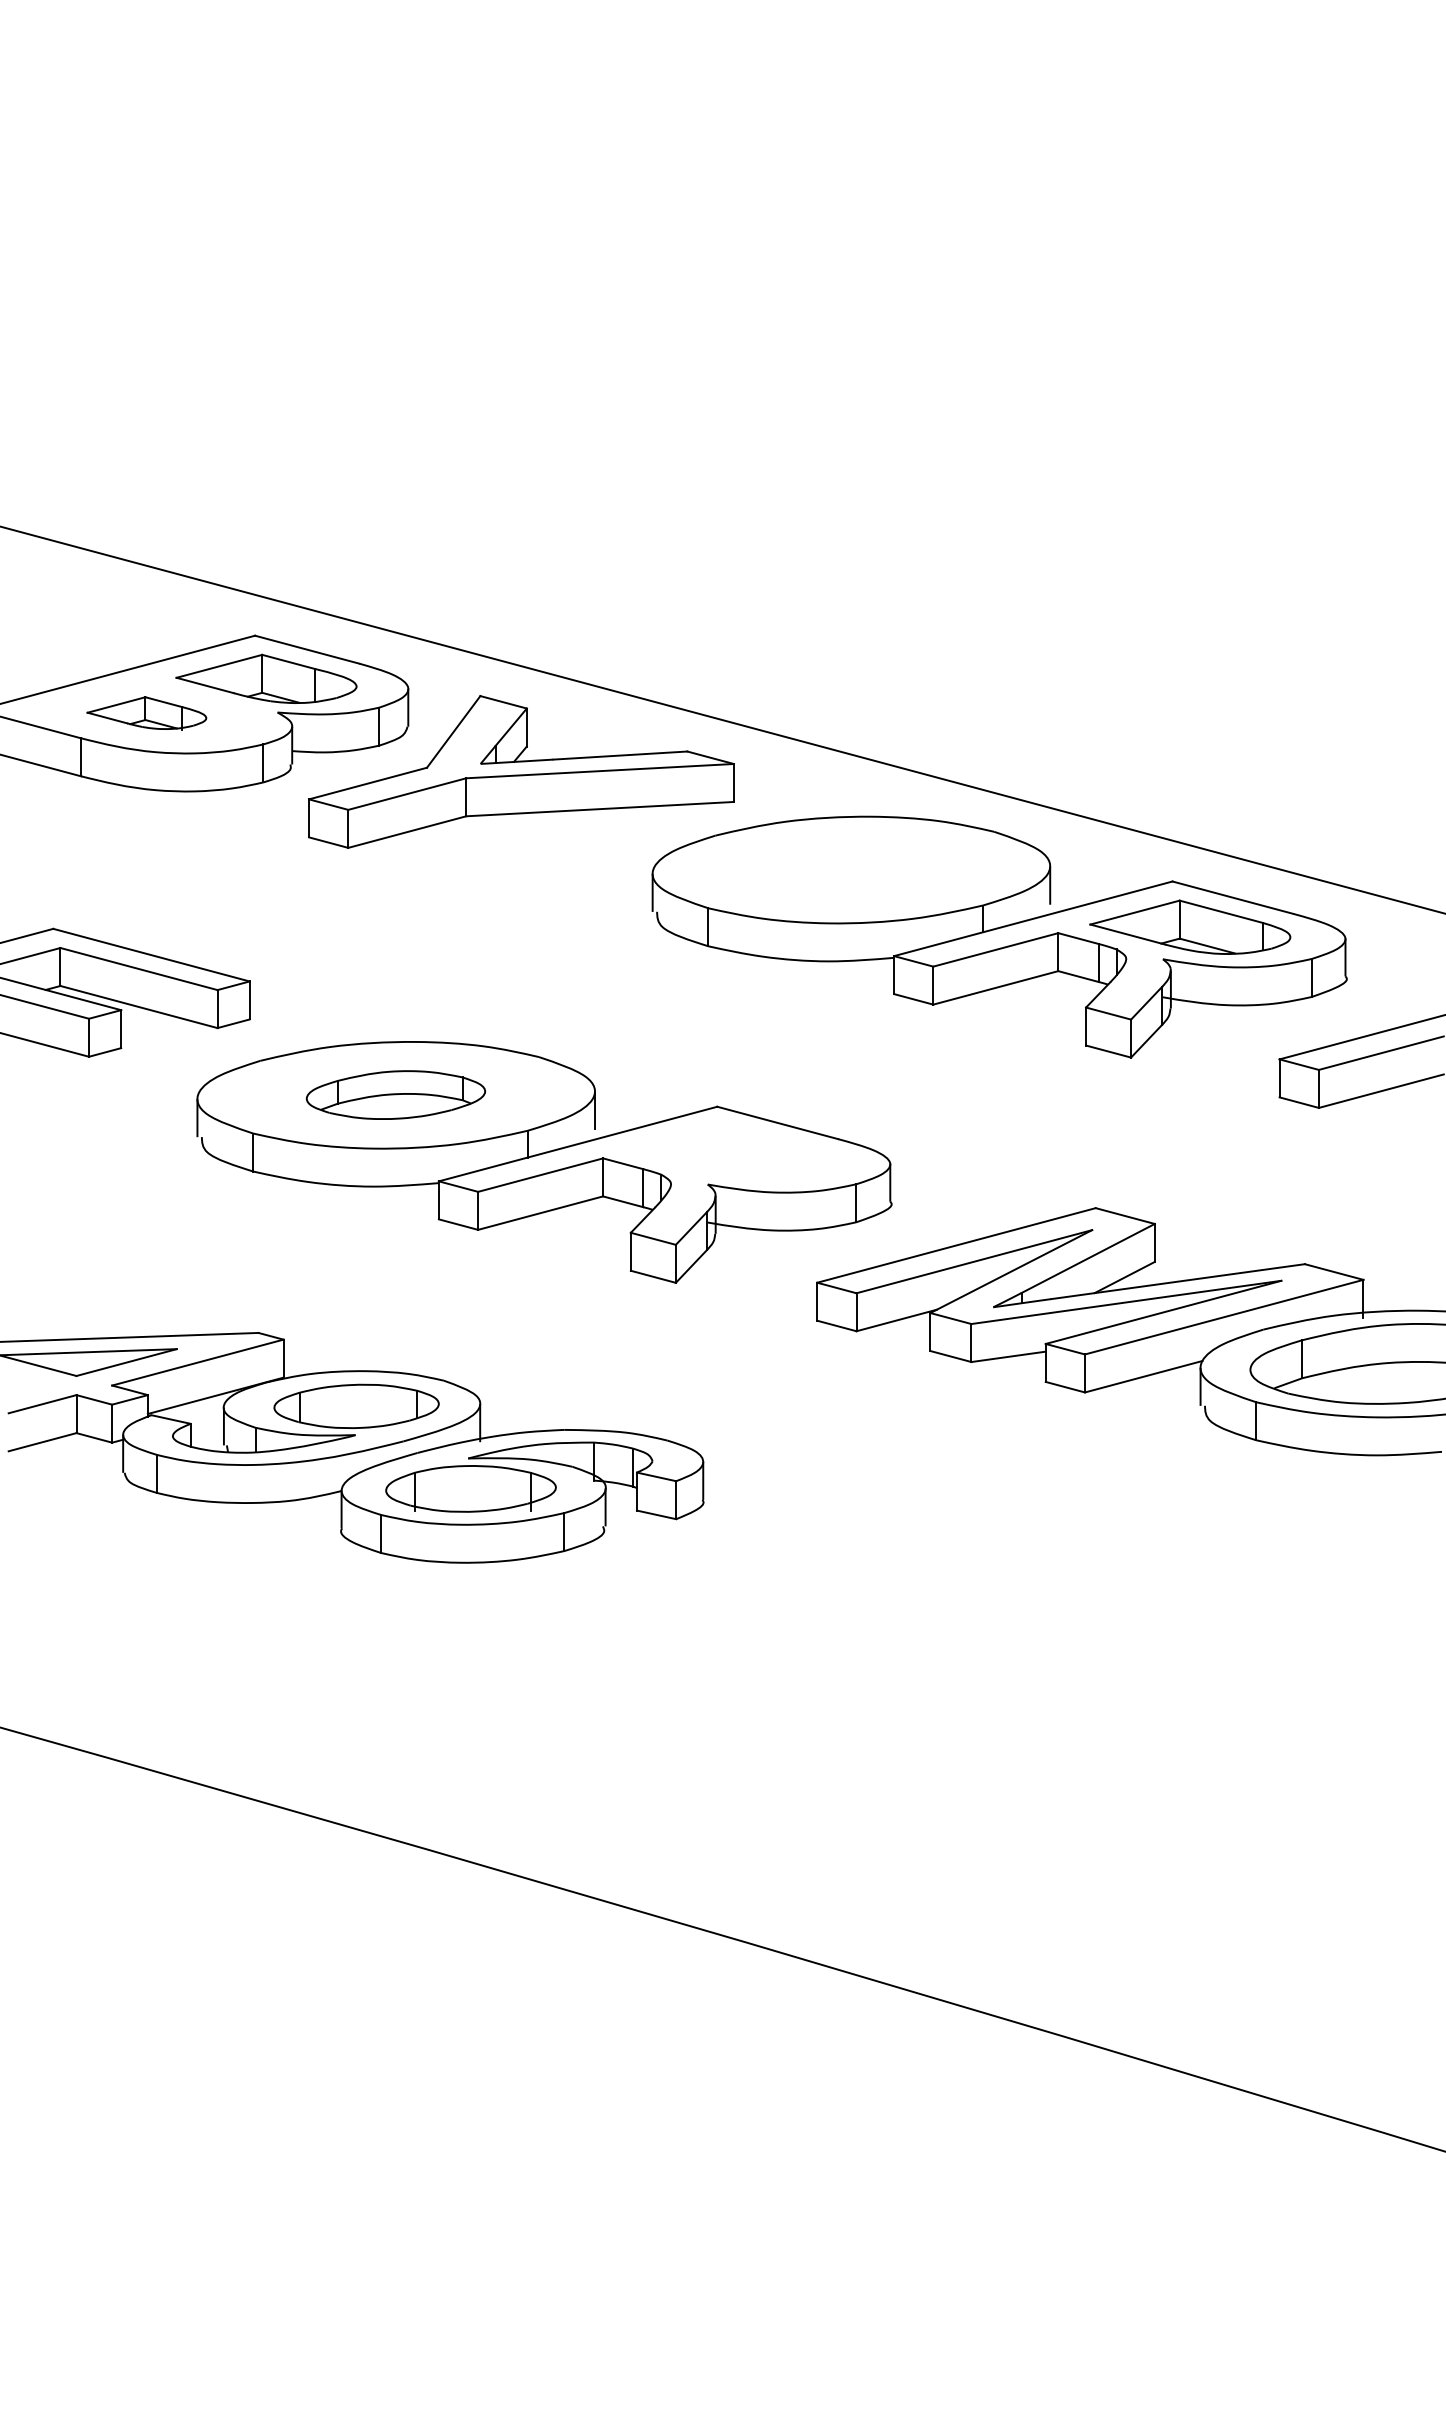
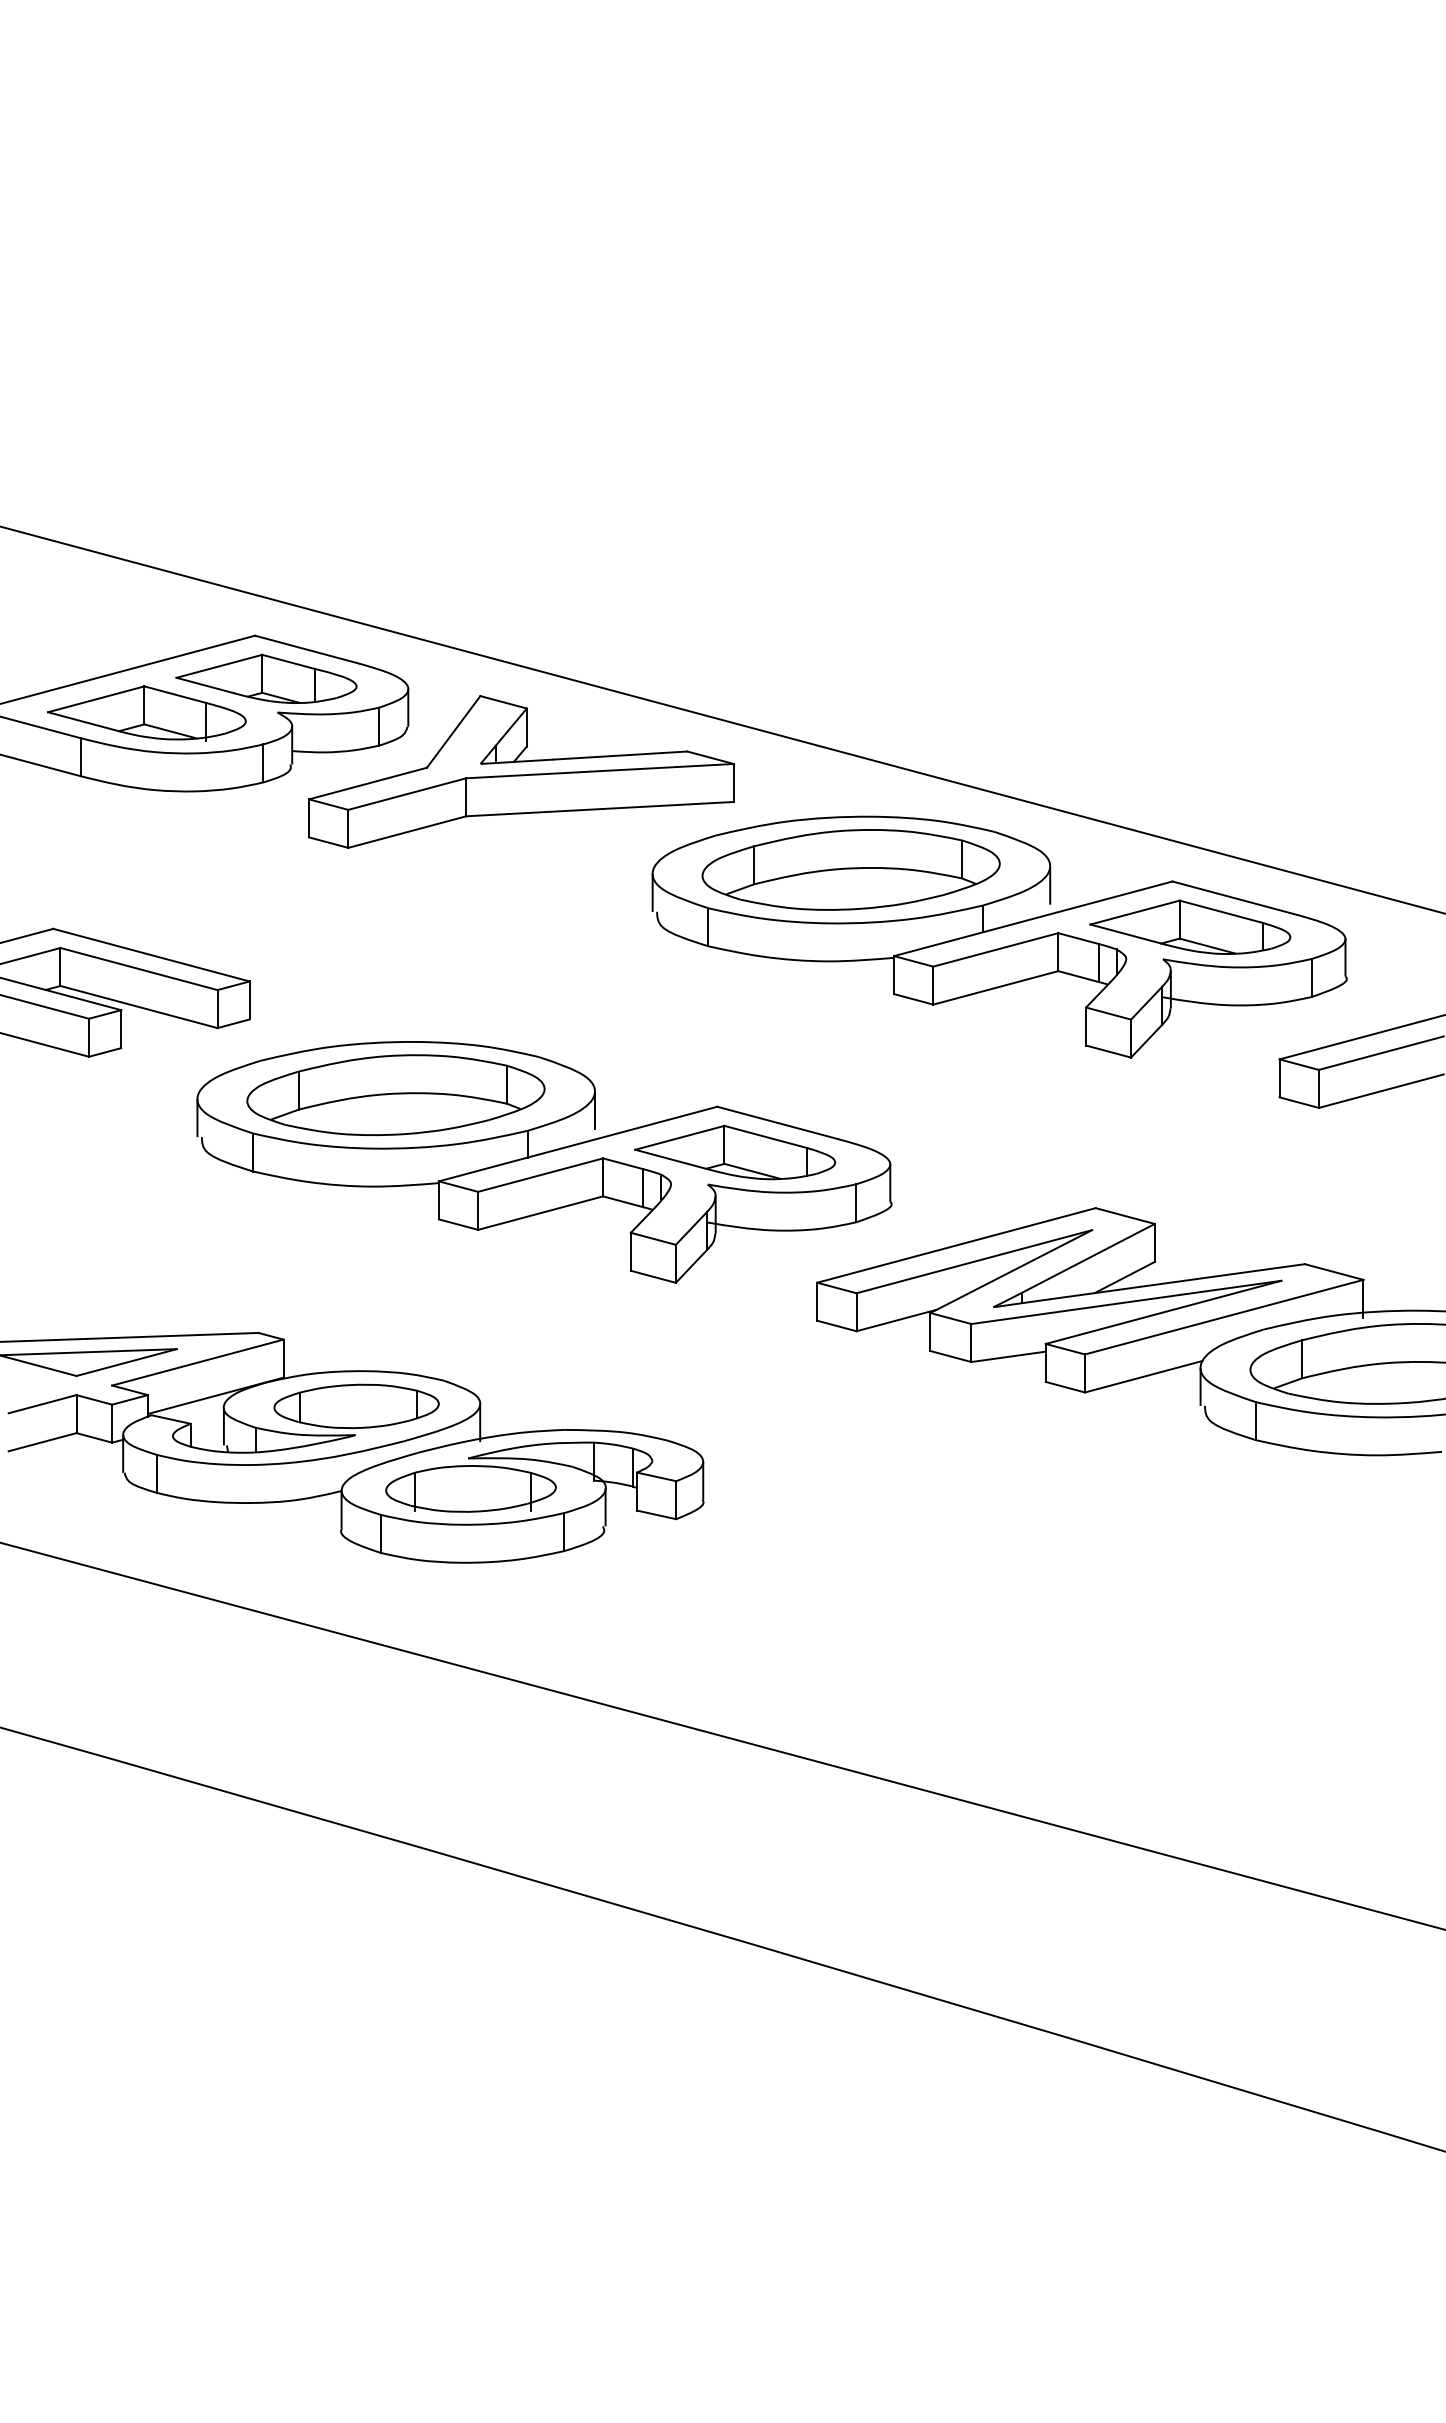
part at (146, 713) size: 122x35 px -> 200x57 px
part at (850, 869): none -> present
part at (395, 1094) size: 182x50 px -> 300x82 px
part at (734, 1152): none -> present
line at (722, 1736): none -> present
